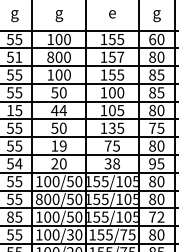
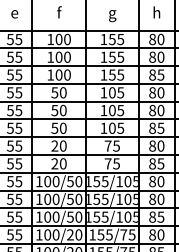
text at (59, 14): g -> f
text at (156, 14): g -> h
text at (14, 16): g -> e
text at (112, 16): e -> g
text at (152, 38): 60 -> 80
text at (18, 56): 51 -> 55
text at (50, 56): 800 -> 100
text at (120, 56): 157 -> 155
text at (120, 92): 100 -> 105
text at (160, 92): 85 -> 80
text at (10, 110): 15 -> 55
text at (58, 110): 44 -> 50
text at (111, 127): 135 -> 105
text at (152, 127): 75 -> 85
text at (58, 145): 19 -> 20
text at (18, 163): 54 -> 55
text at (112, 163): 38 -> 75
text at (152, 163): 95 -> 85
text at (38, 199): 800/50 -> 100/50
text at (10, 216): 85 -> 55
text at (156, 216): 72 -> 85
text at (70, 235): 100/30 -> 100/20
